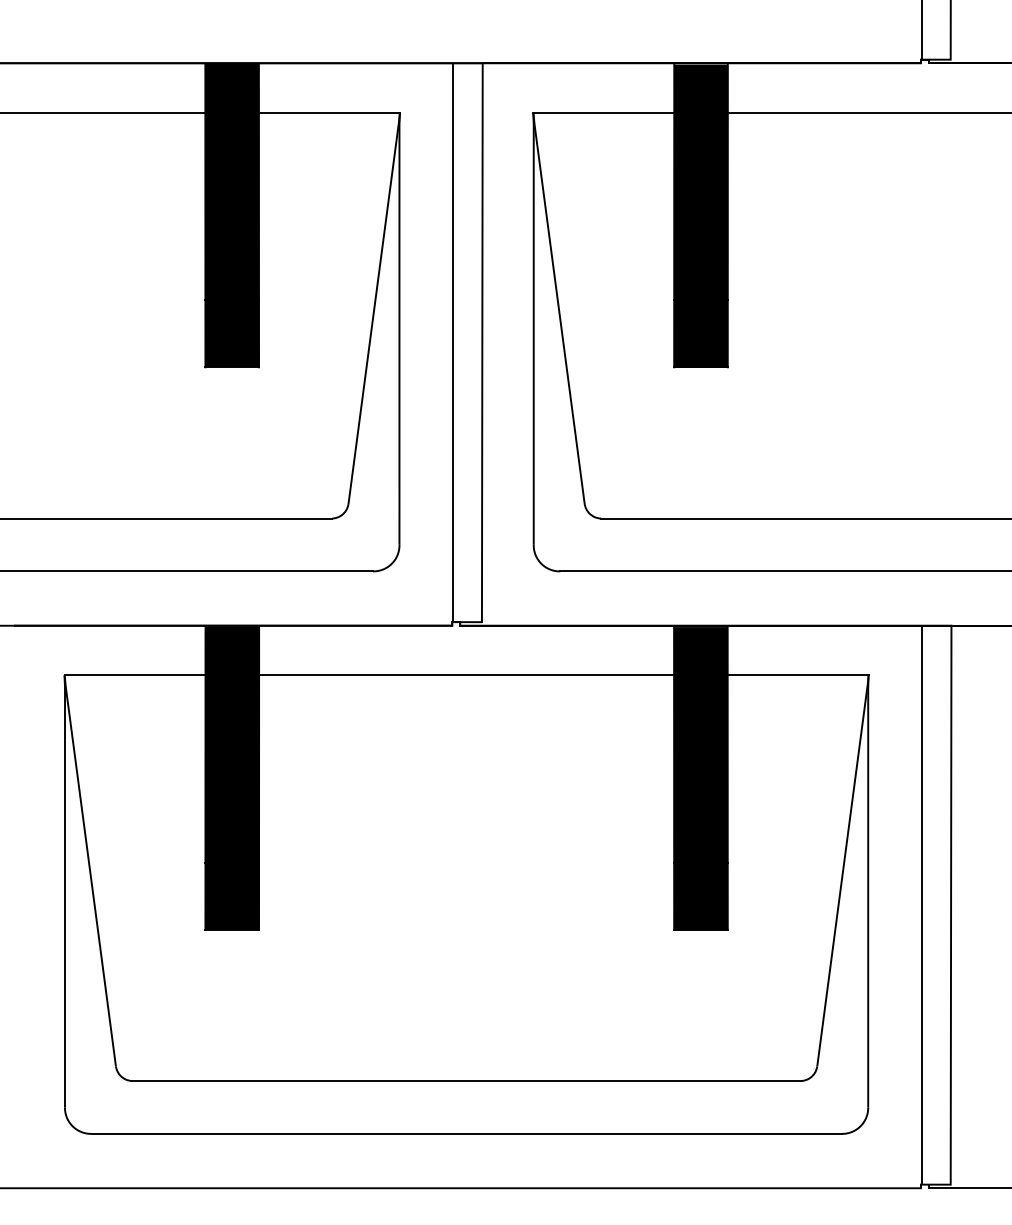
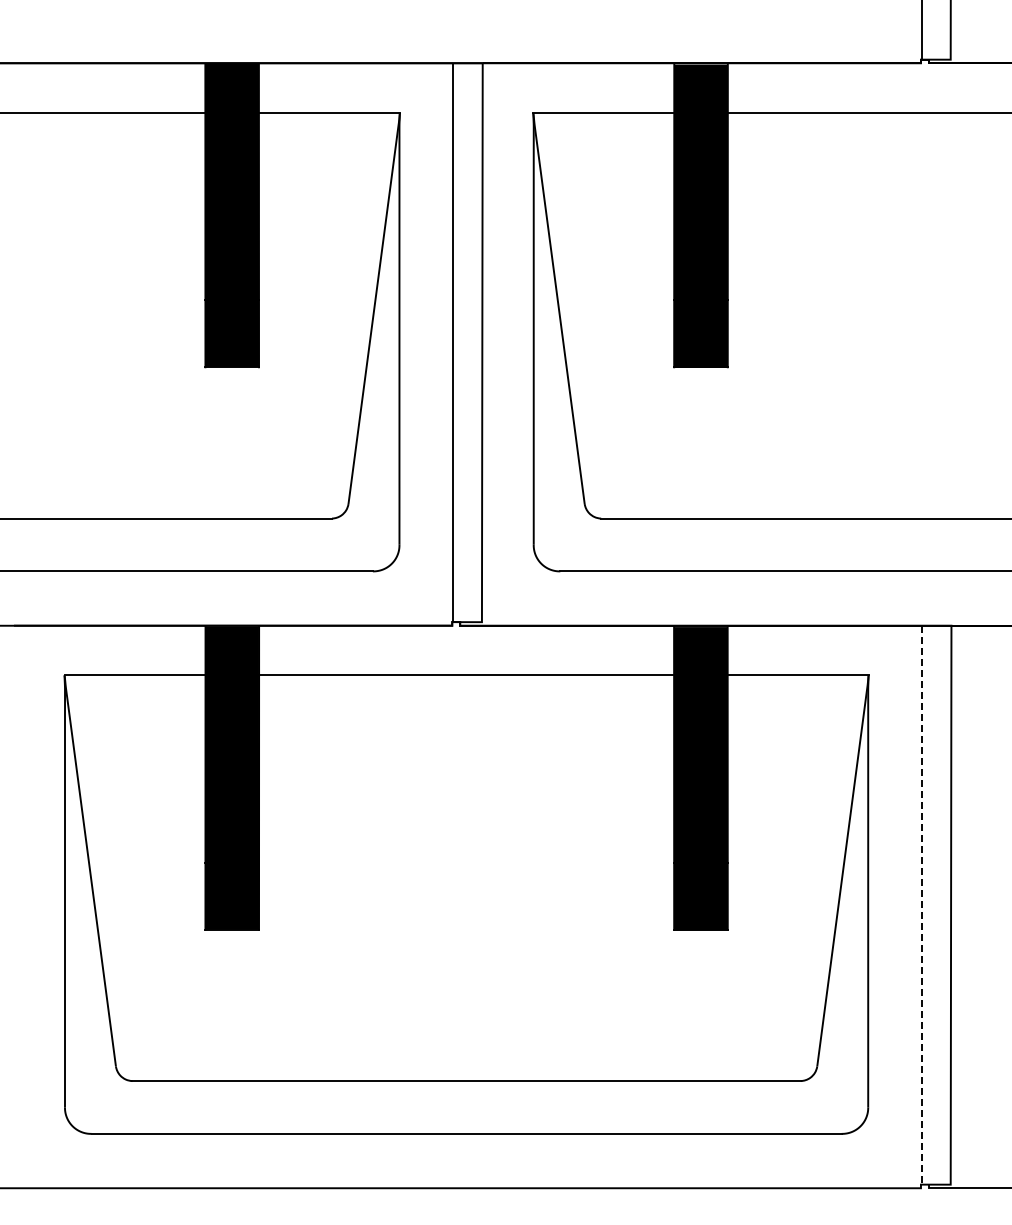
line at (921, 905): solid -> dashed
